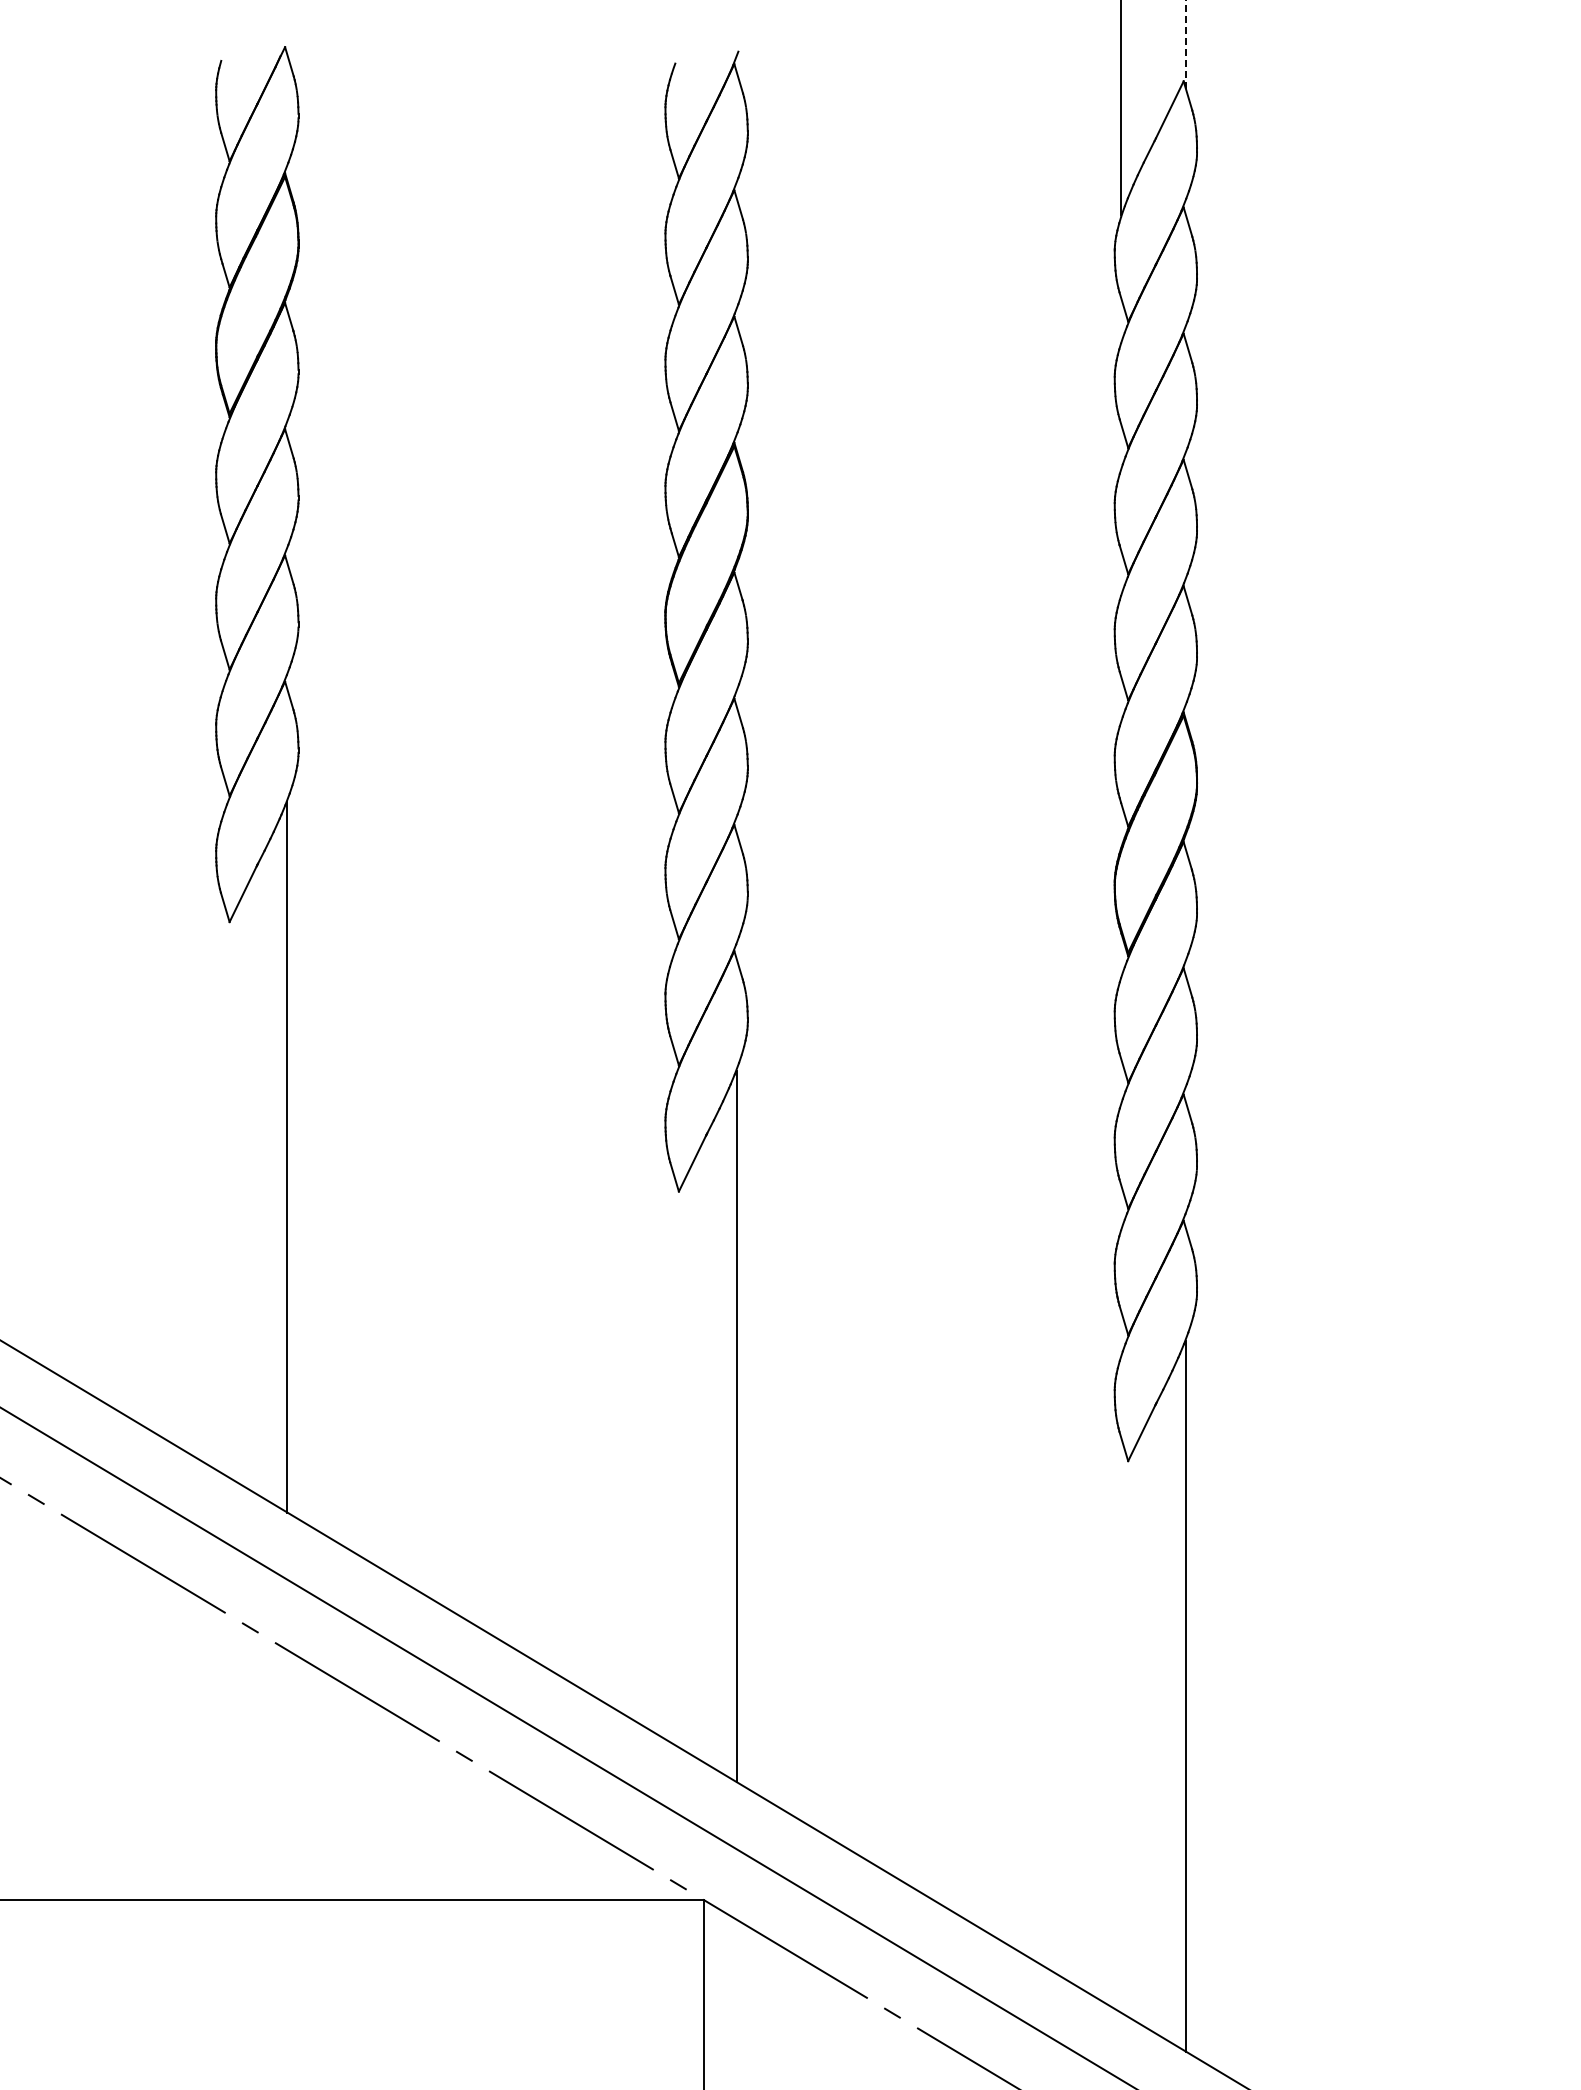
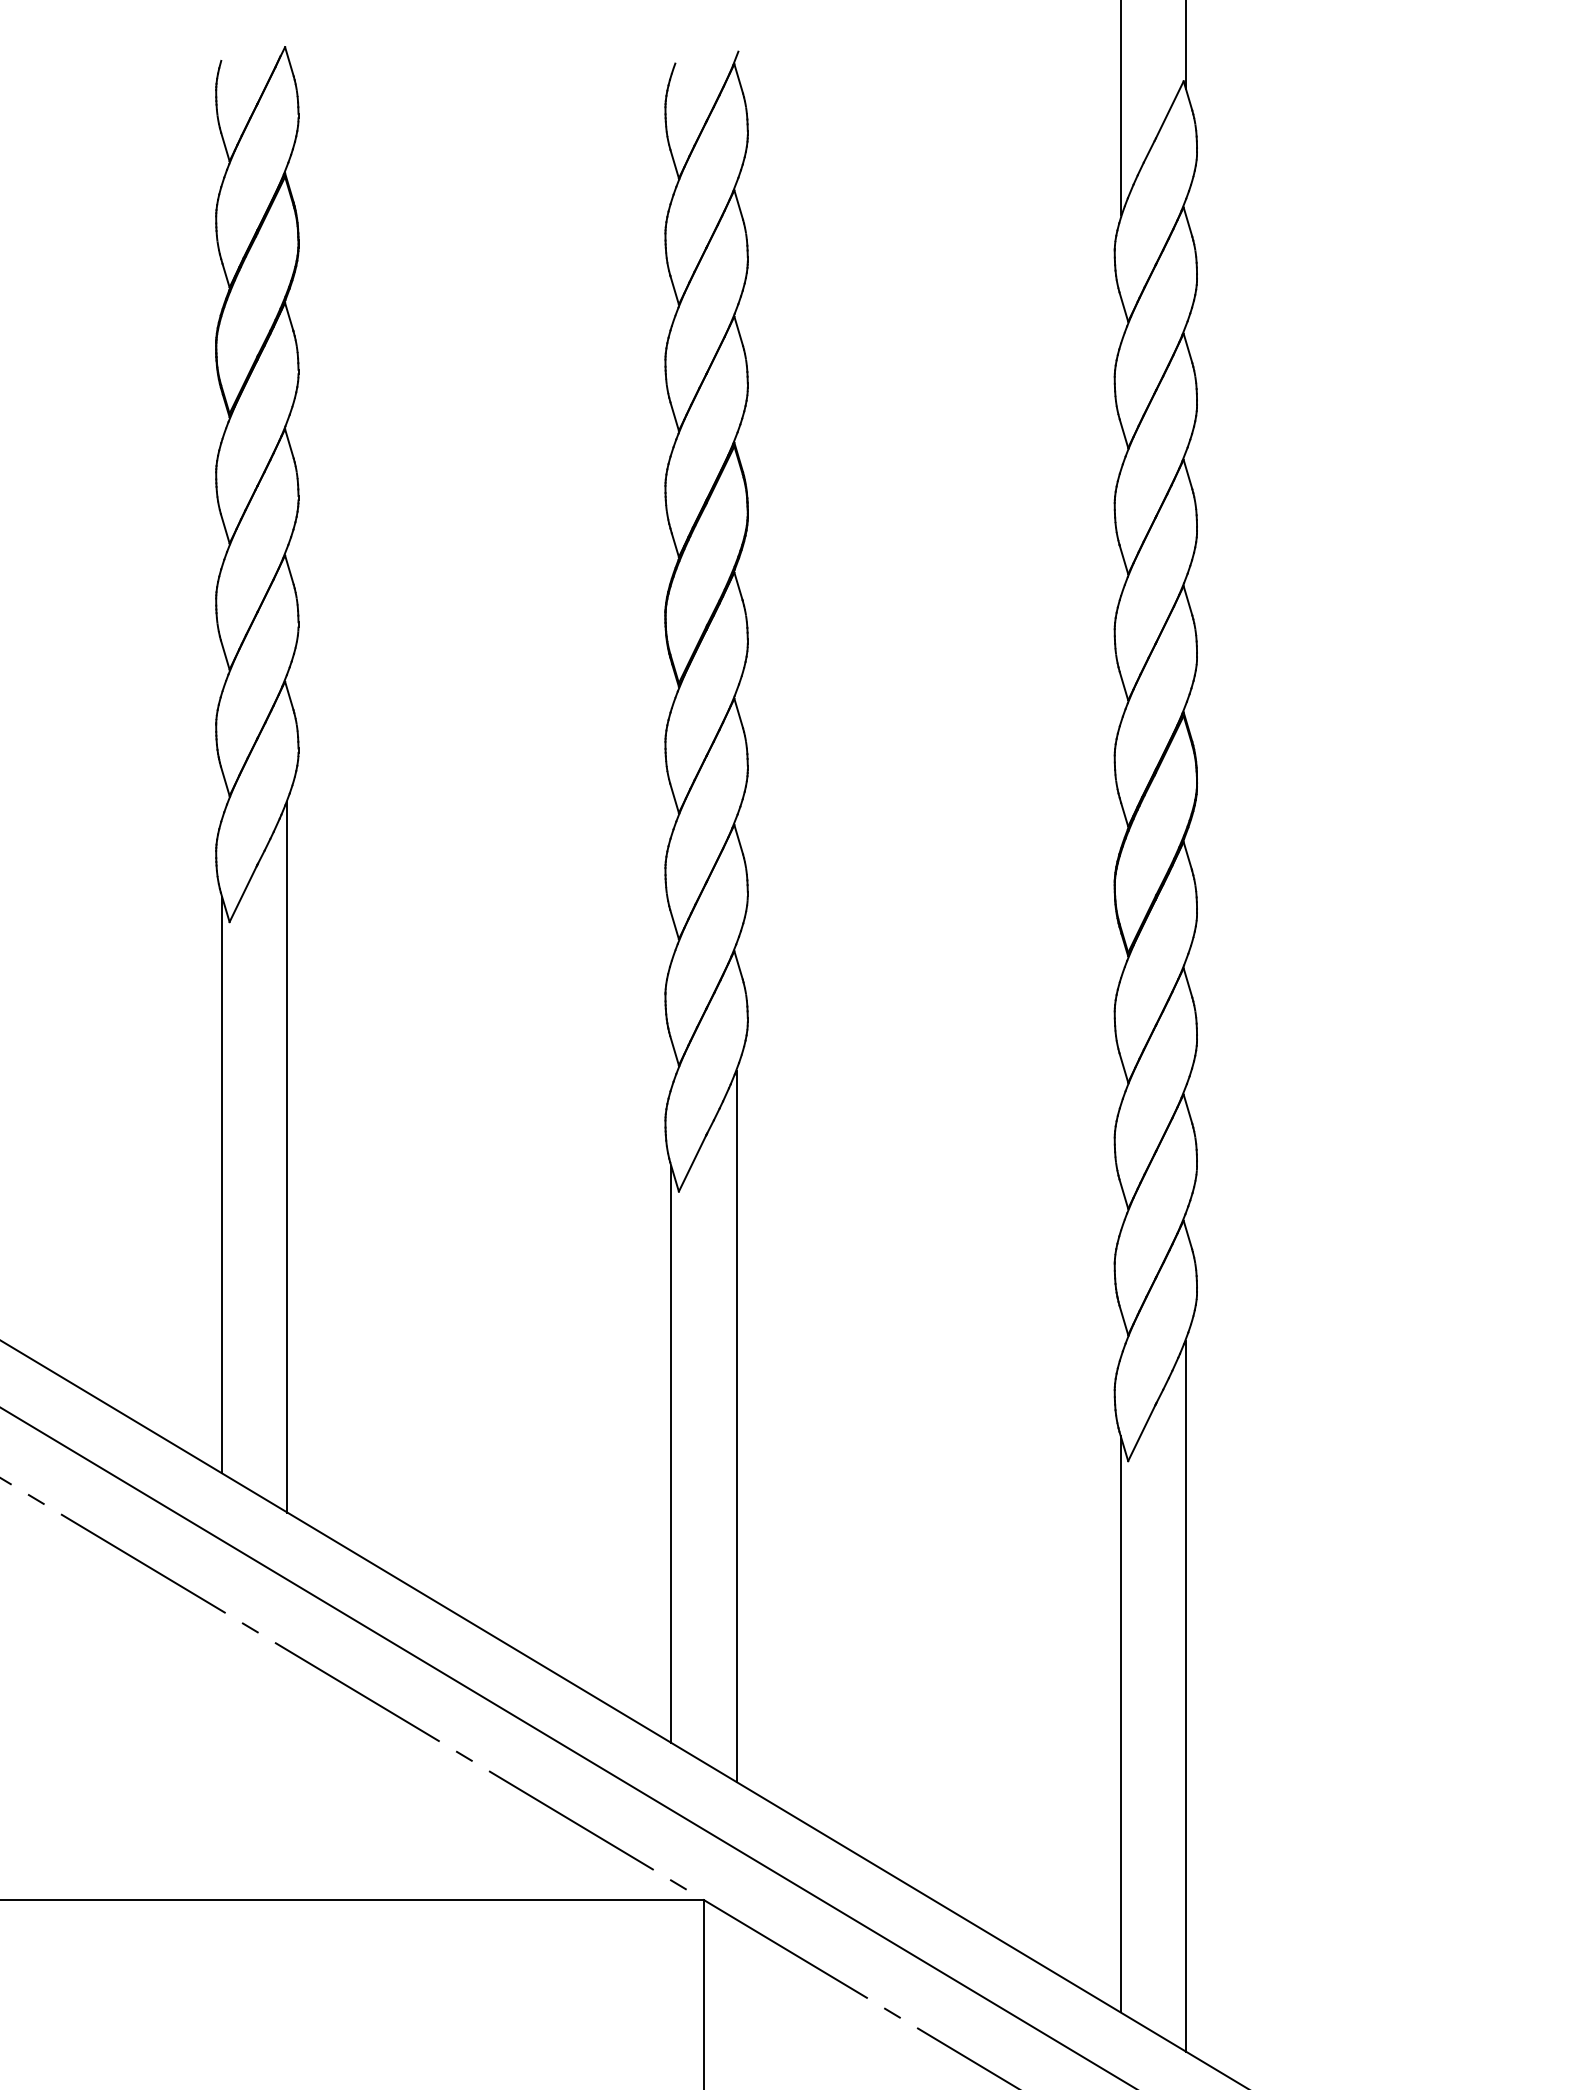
line at (1185, 44): dashed -> solid
line at (222, 1184): none -> present
line at (671, 1454): none -> present
line at (1120, 1723): none -> present
